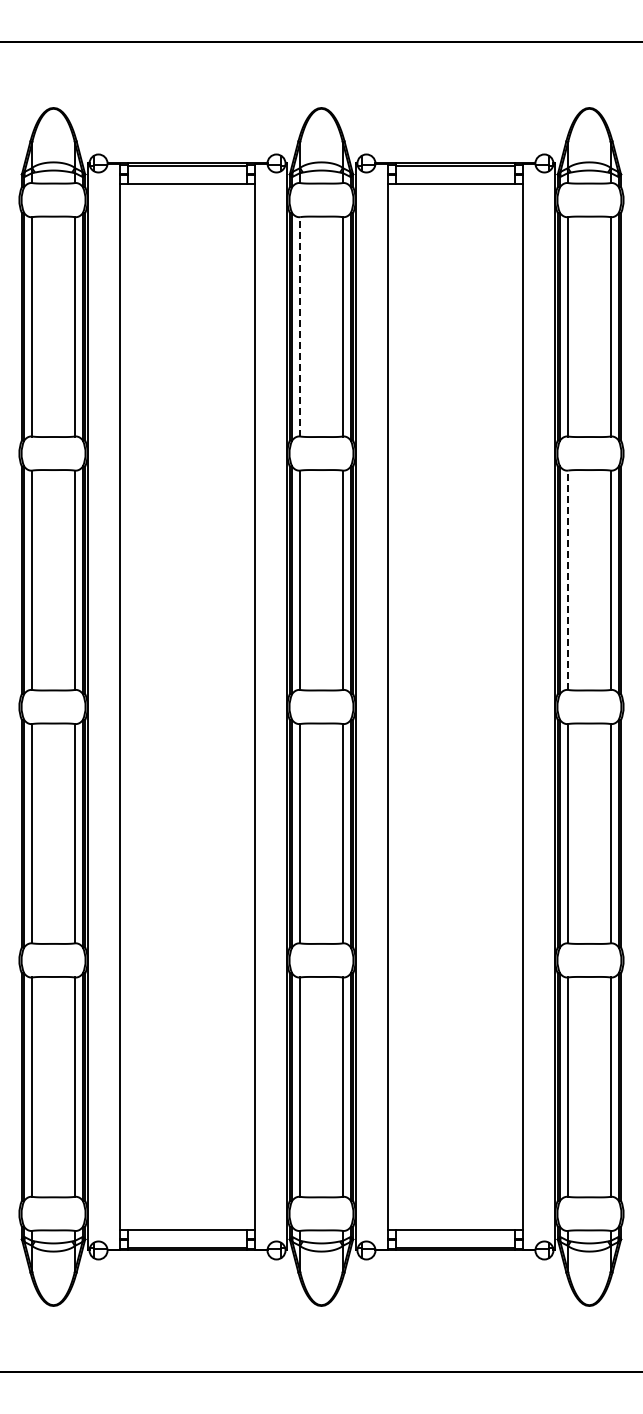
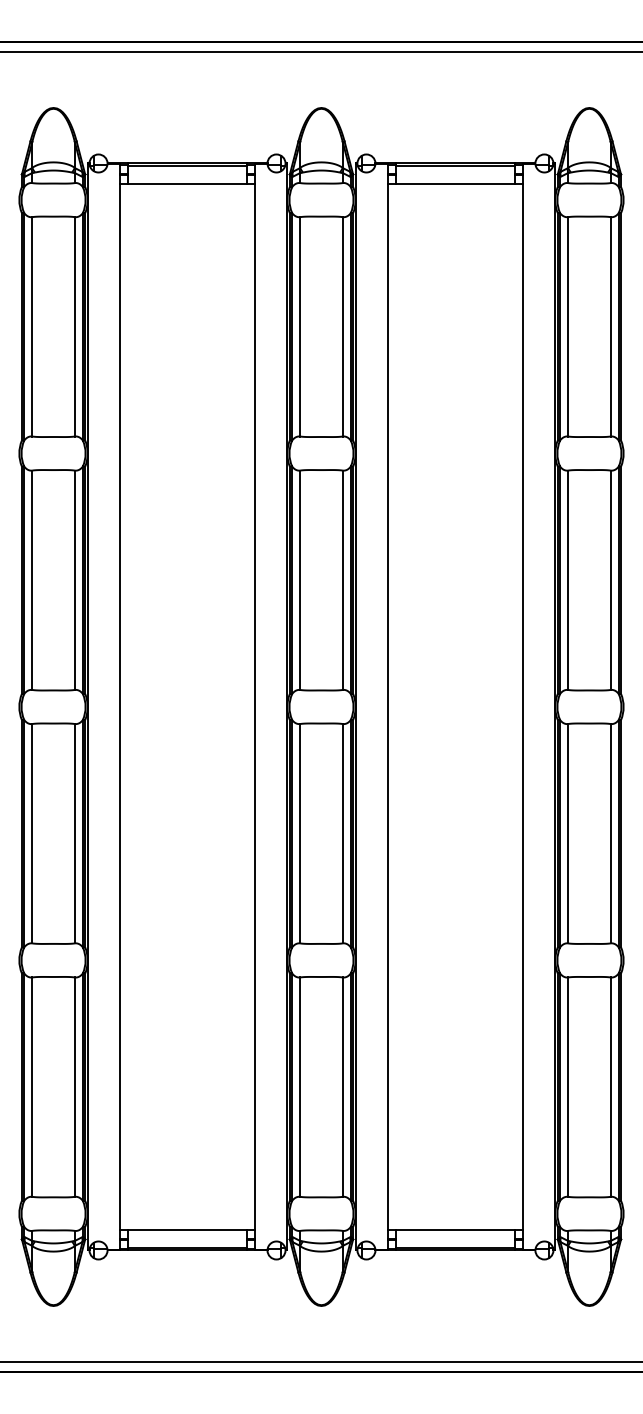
line at (320, 51): none -> present
line at (300, 326): dashed -> solid
line at (568, 580): dashed -> solid
line at (320, 1362): none -> present
